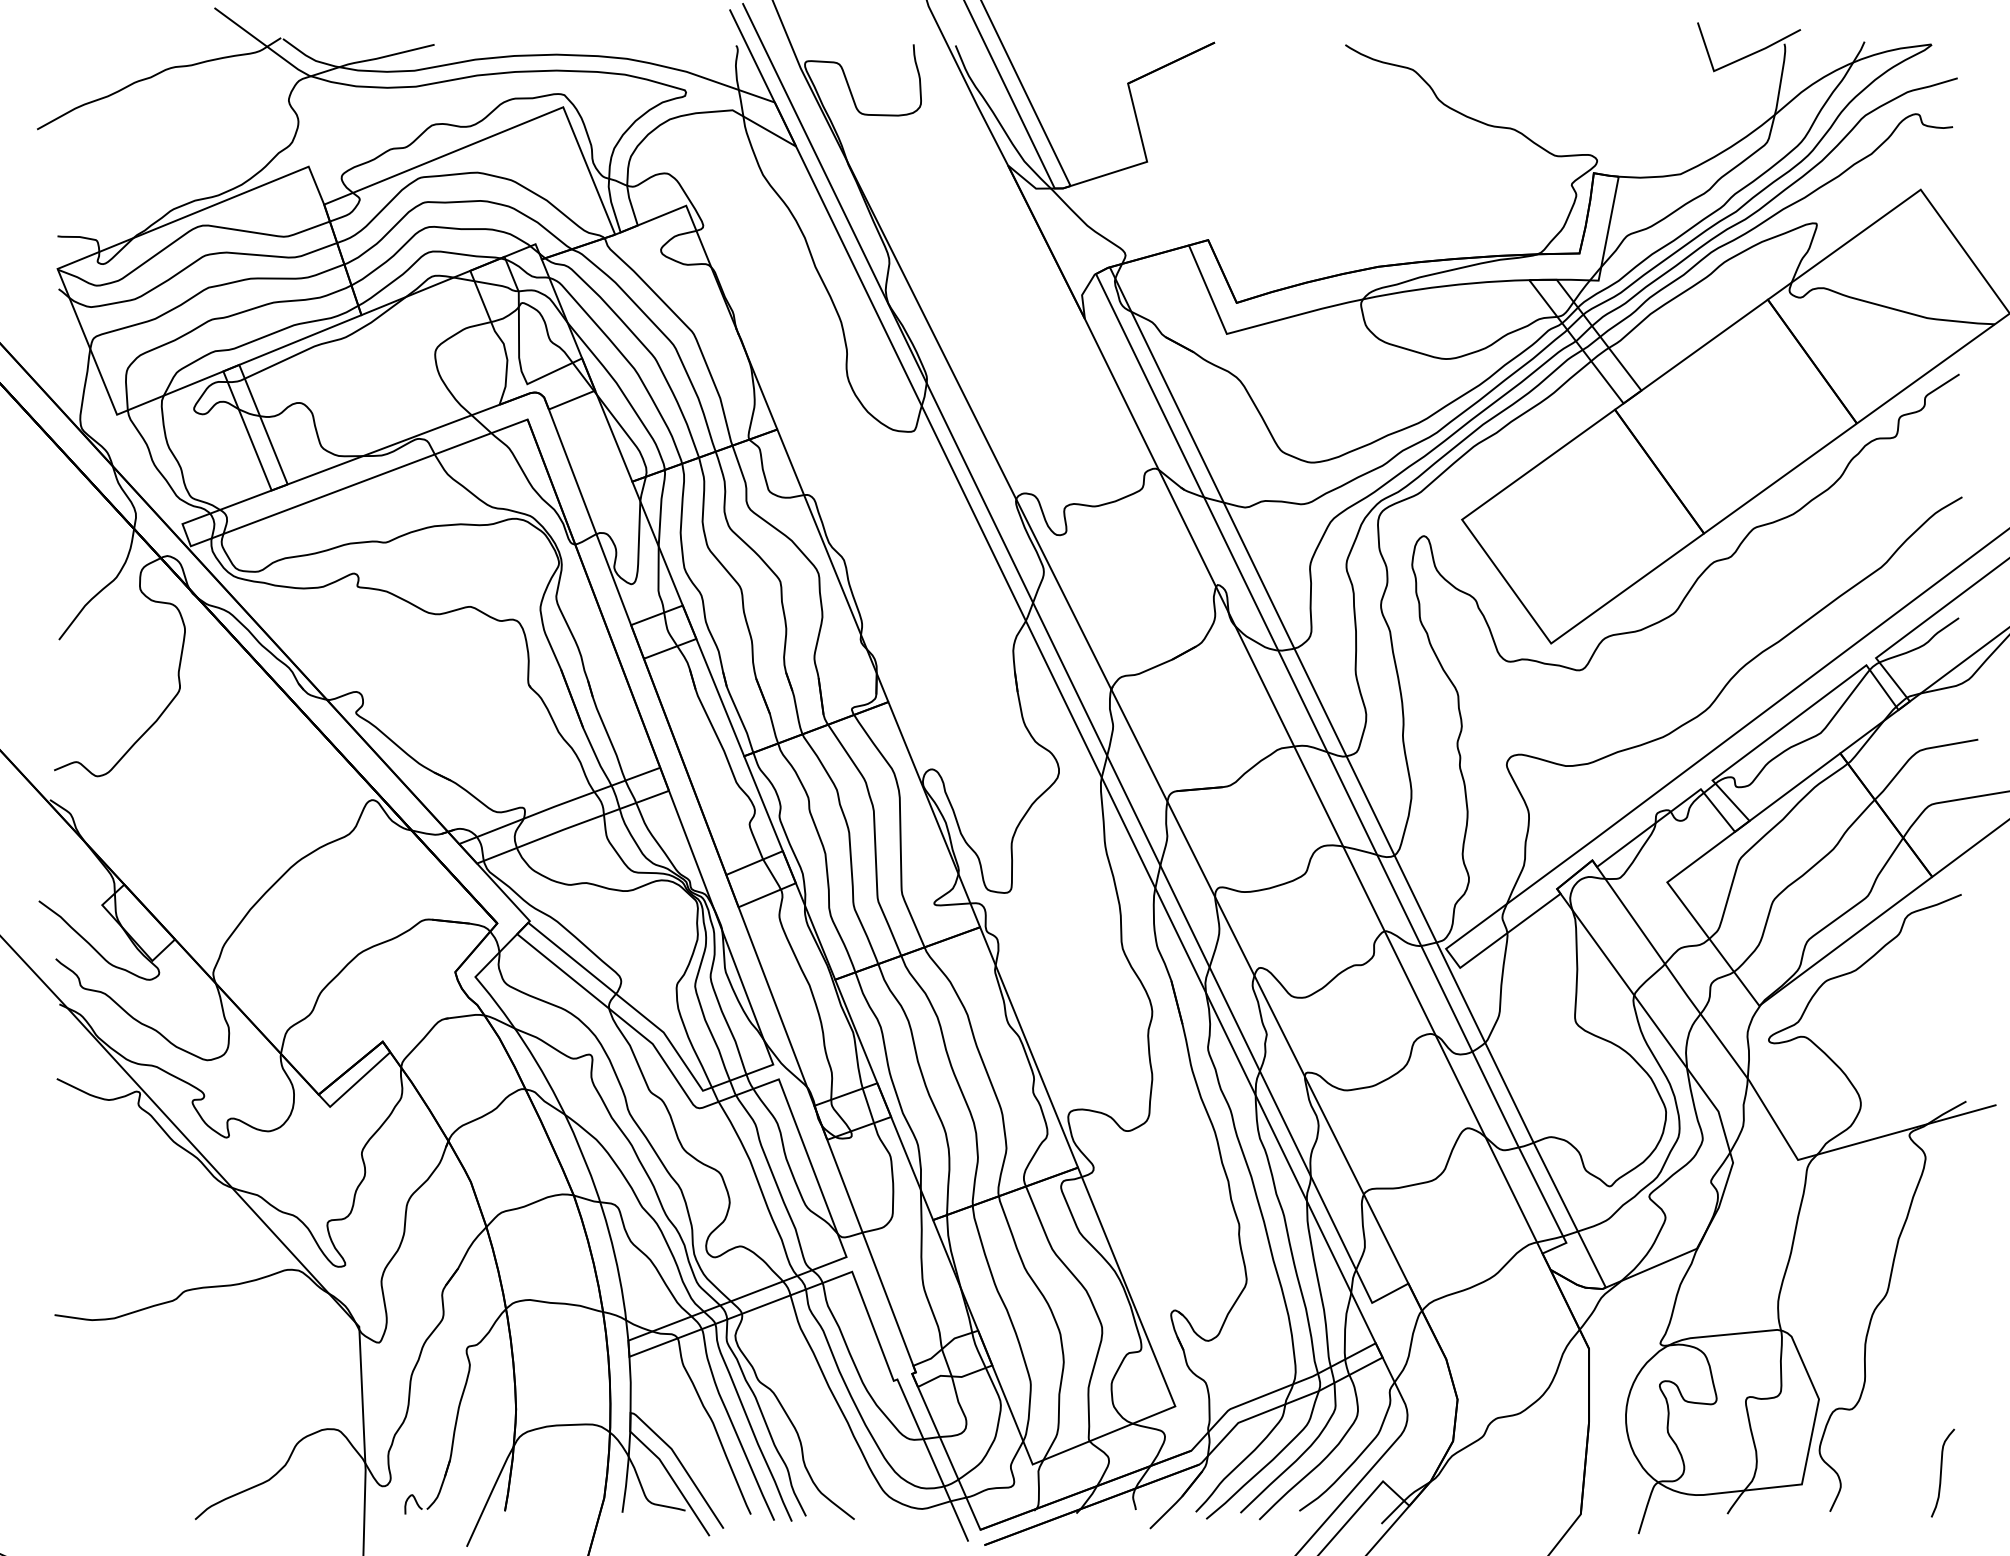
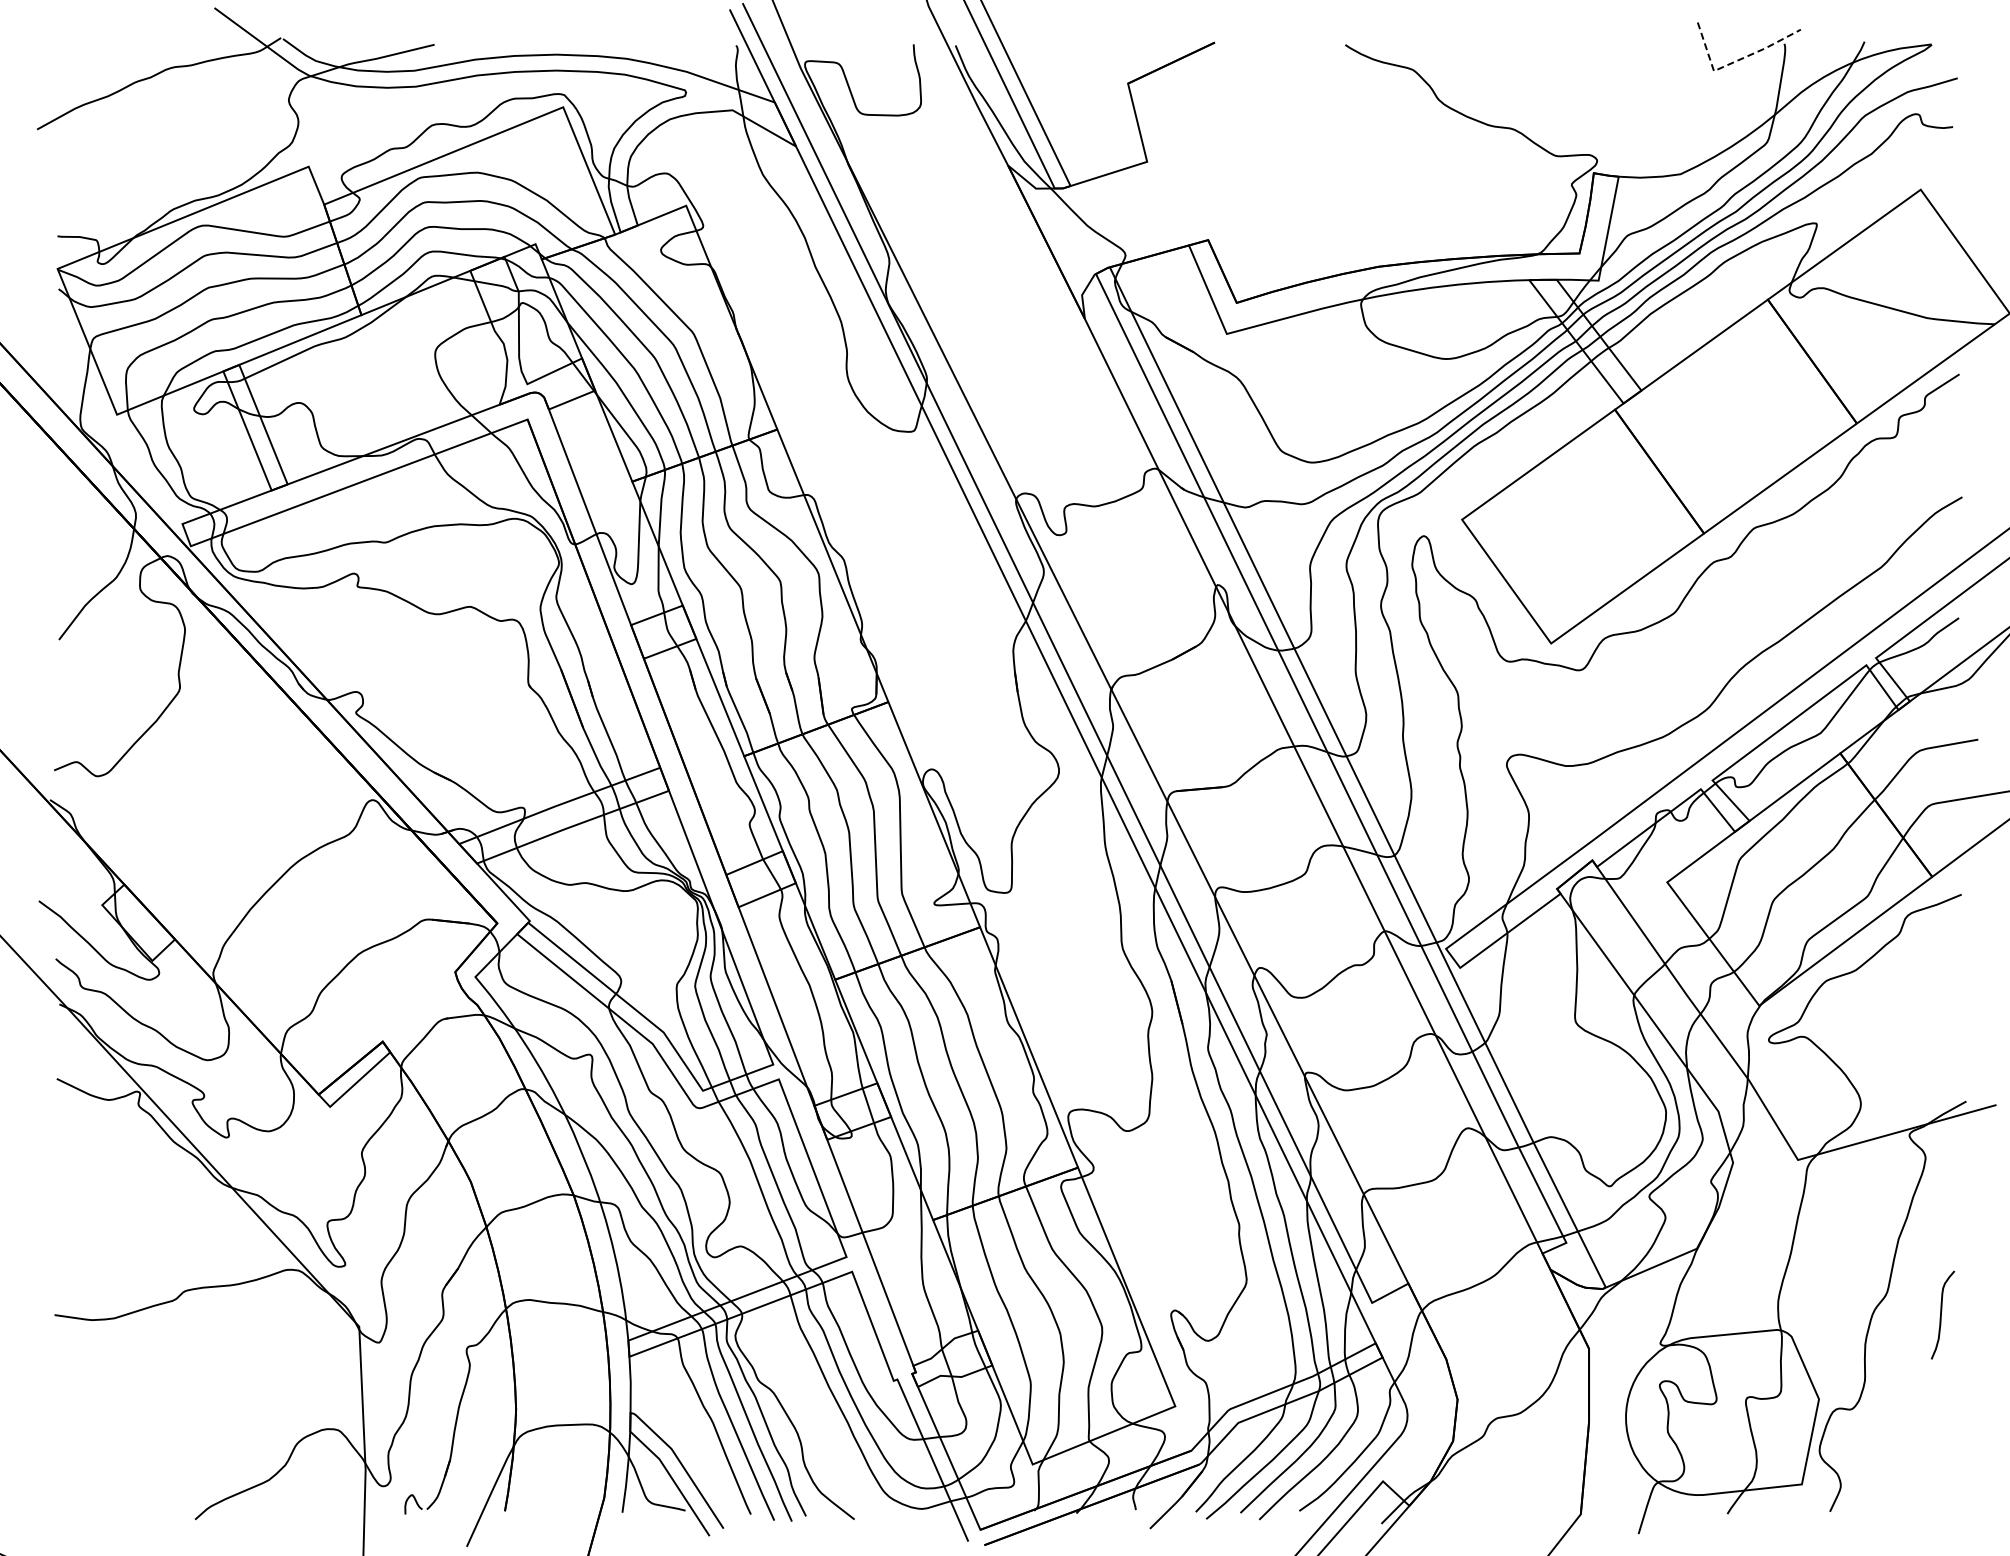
line at (1734, 61): solid -> dashed
curve at (1941, 1472) position: (1941, 1472) -> (1941, 1314)
